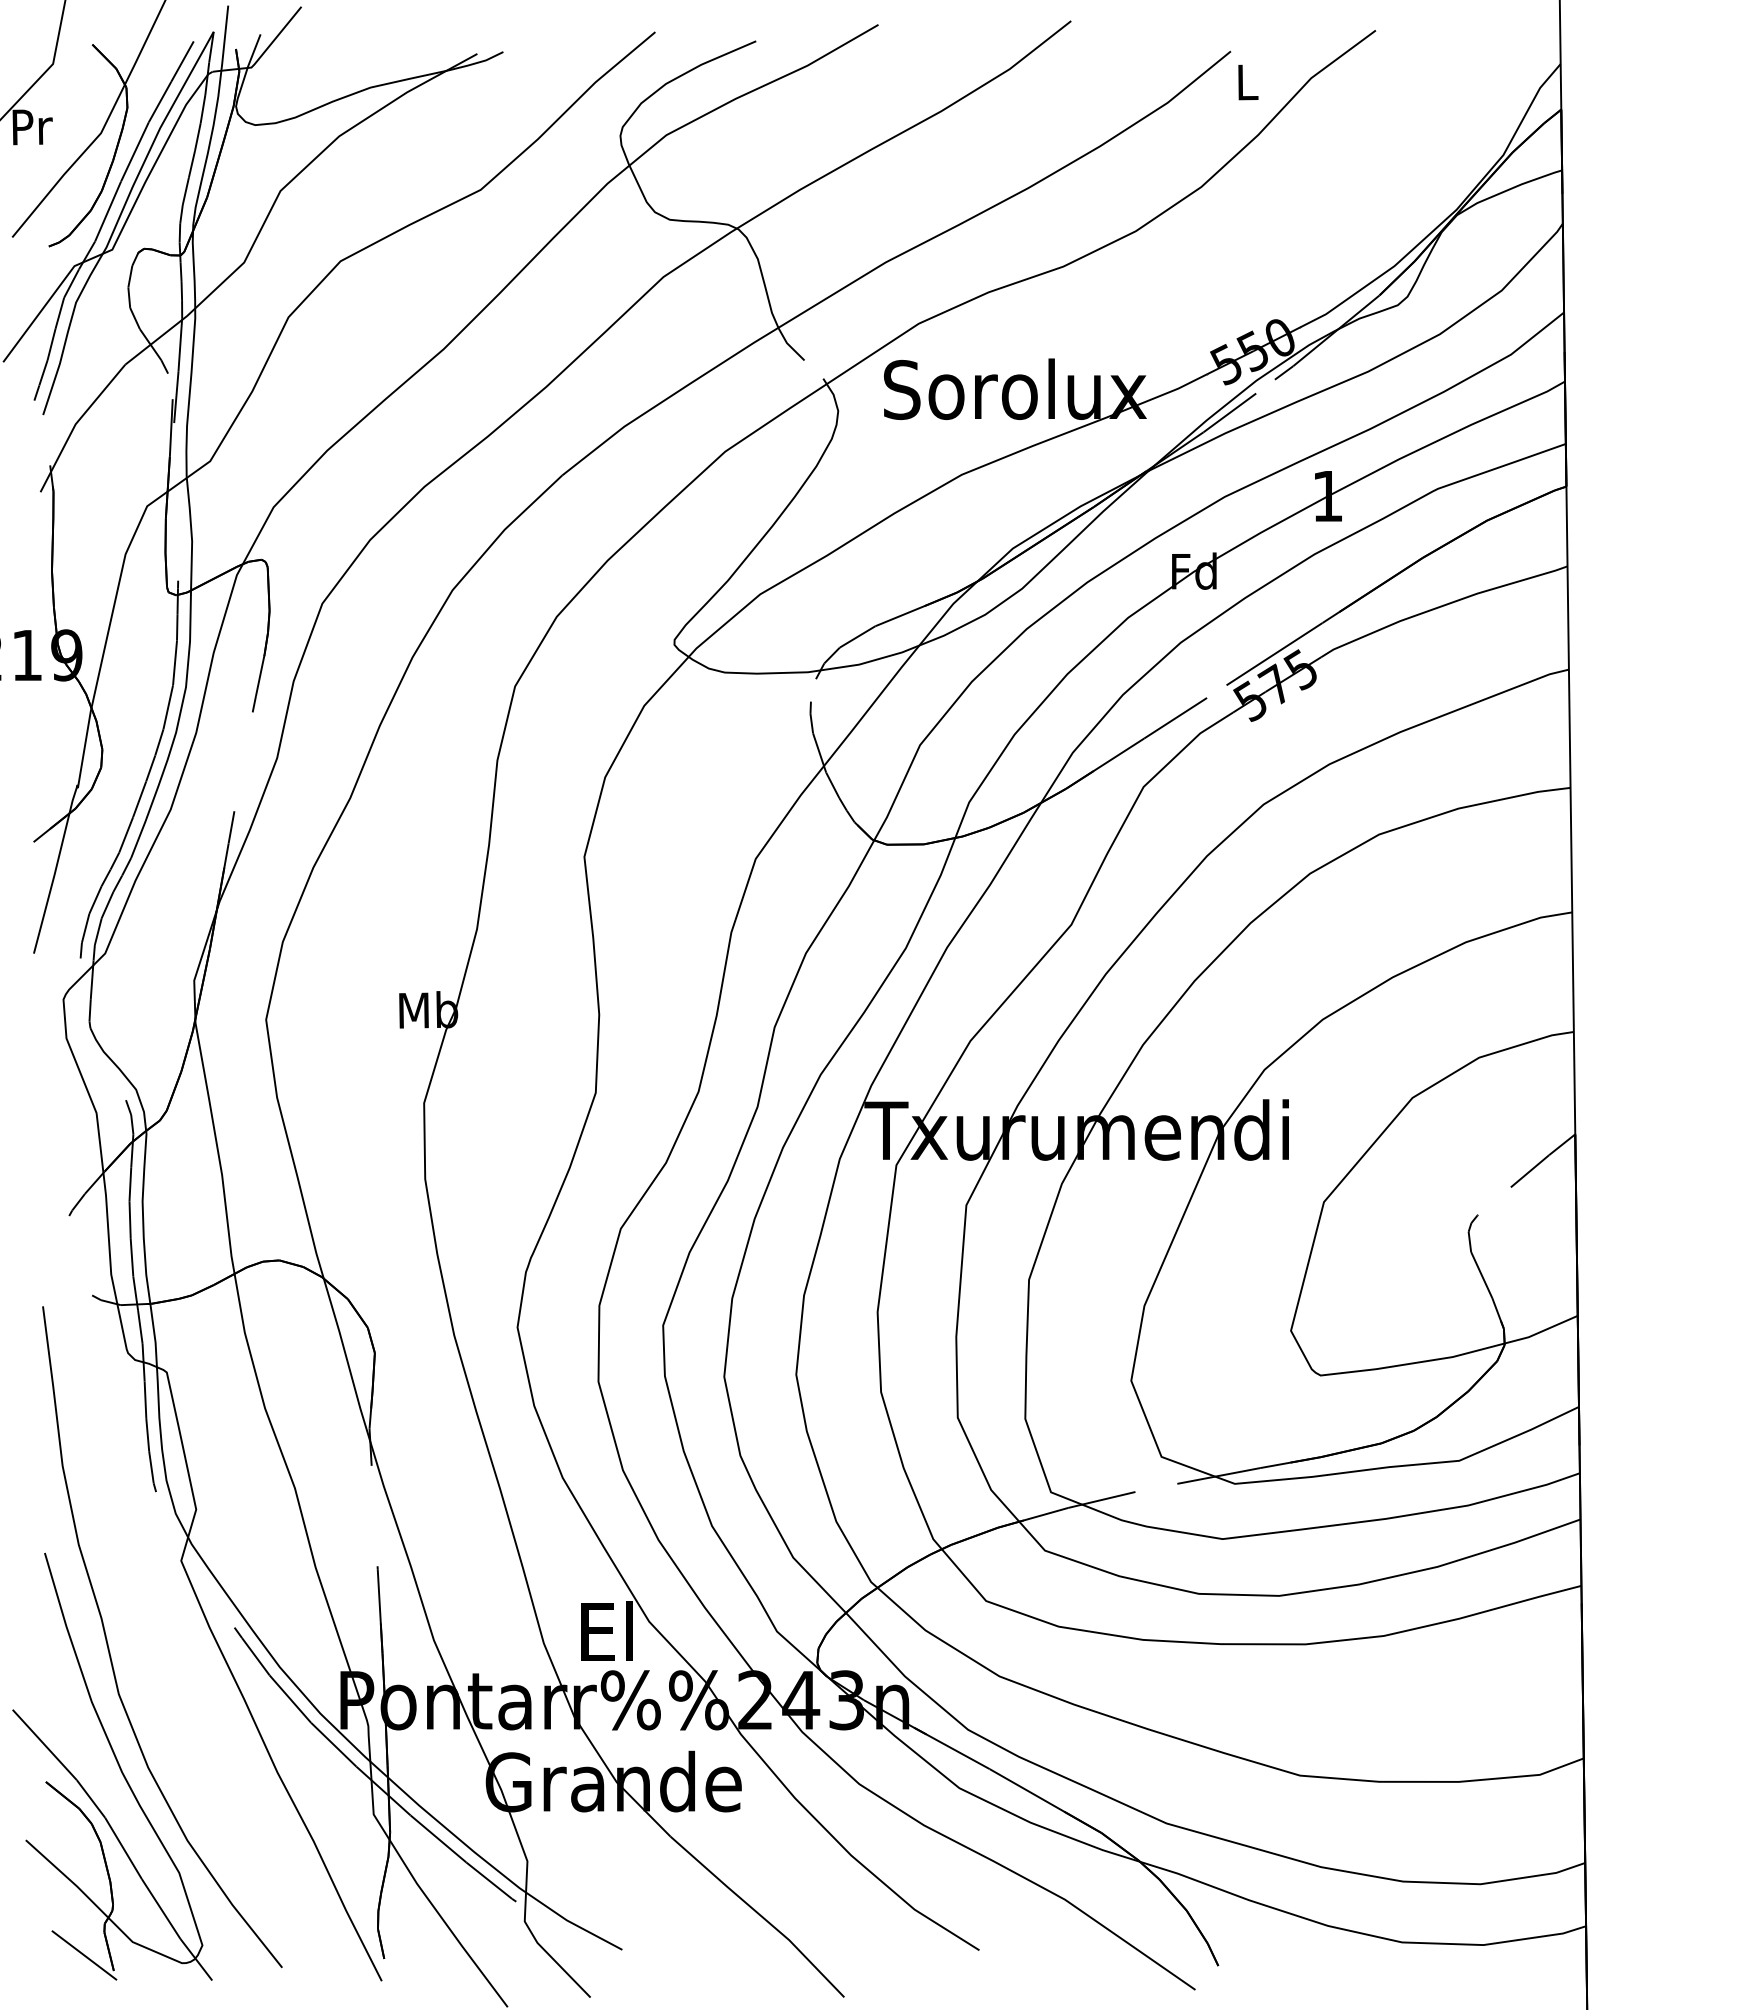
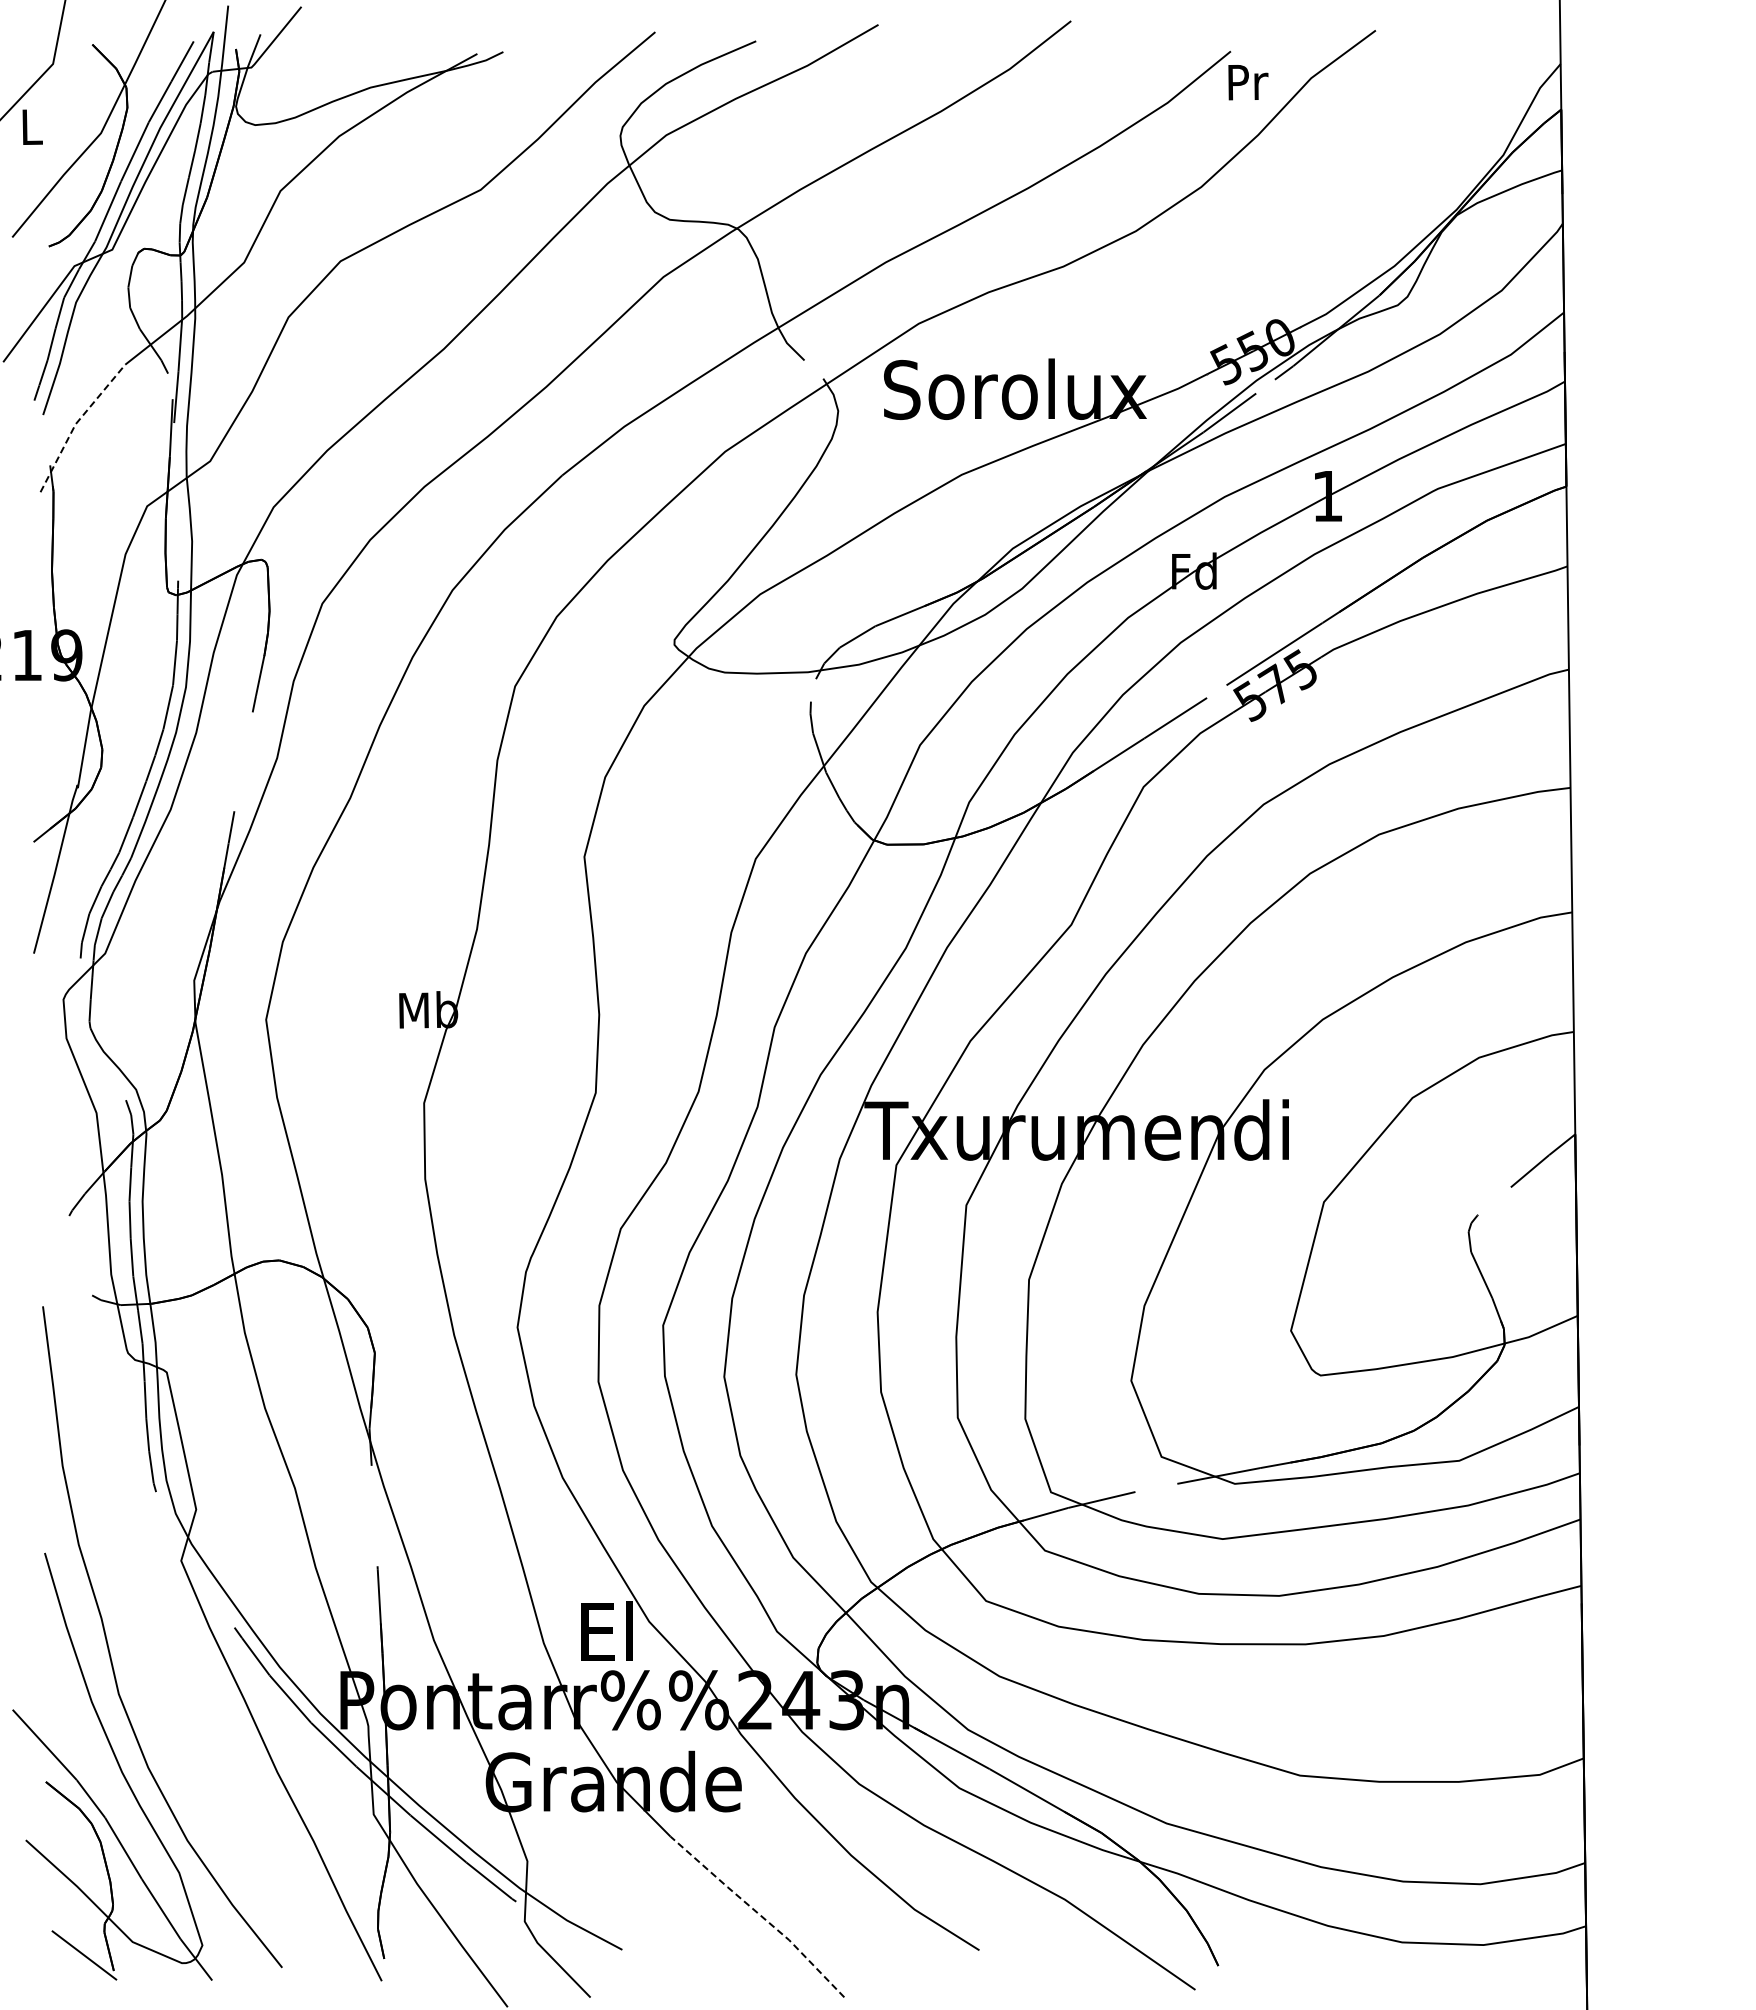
text at (1248, 82): L -> Pr
text at (32, 127): Pr -> L
line at (75, 424): solid -> dashed
line at (759, 1914): solid -> dashed
